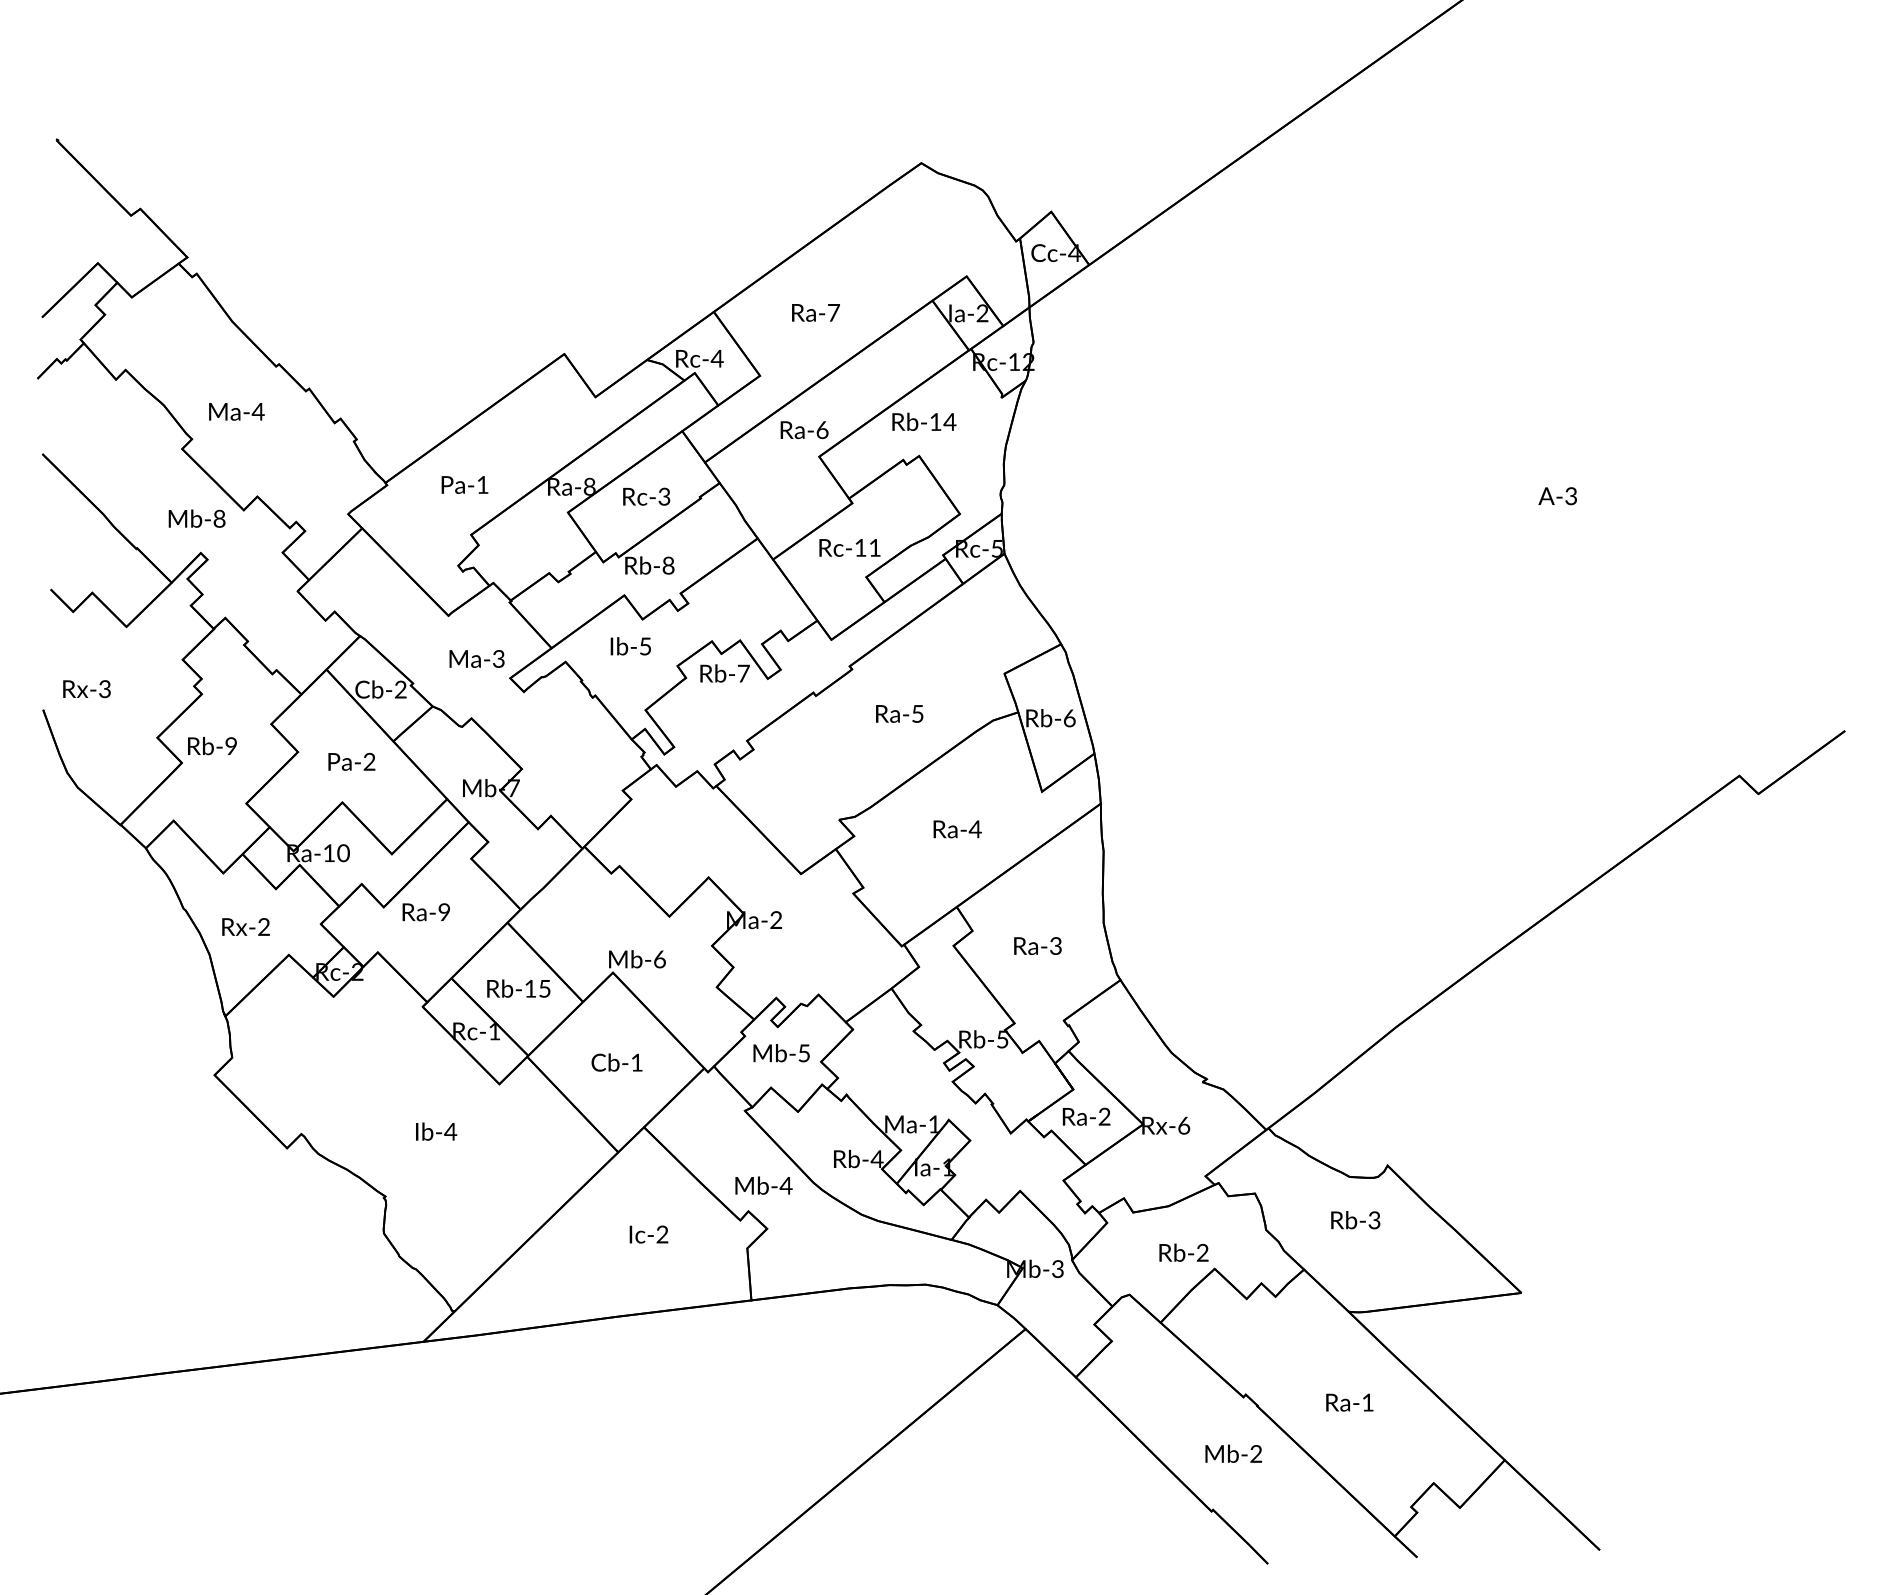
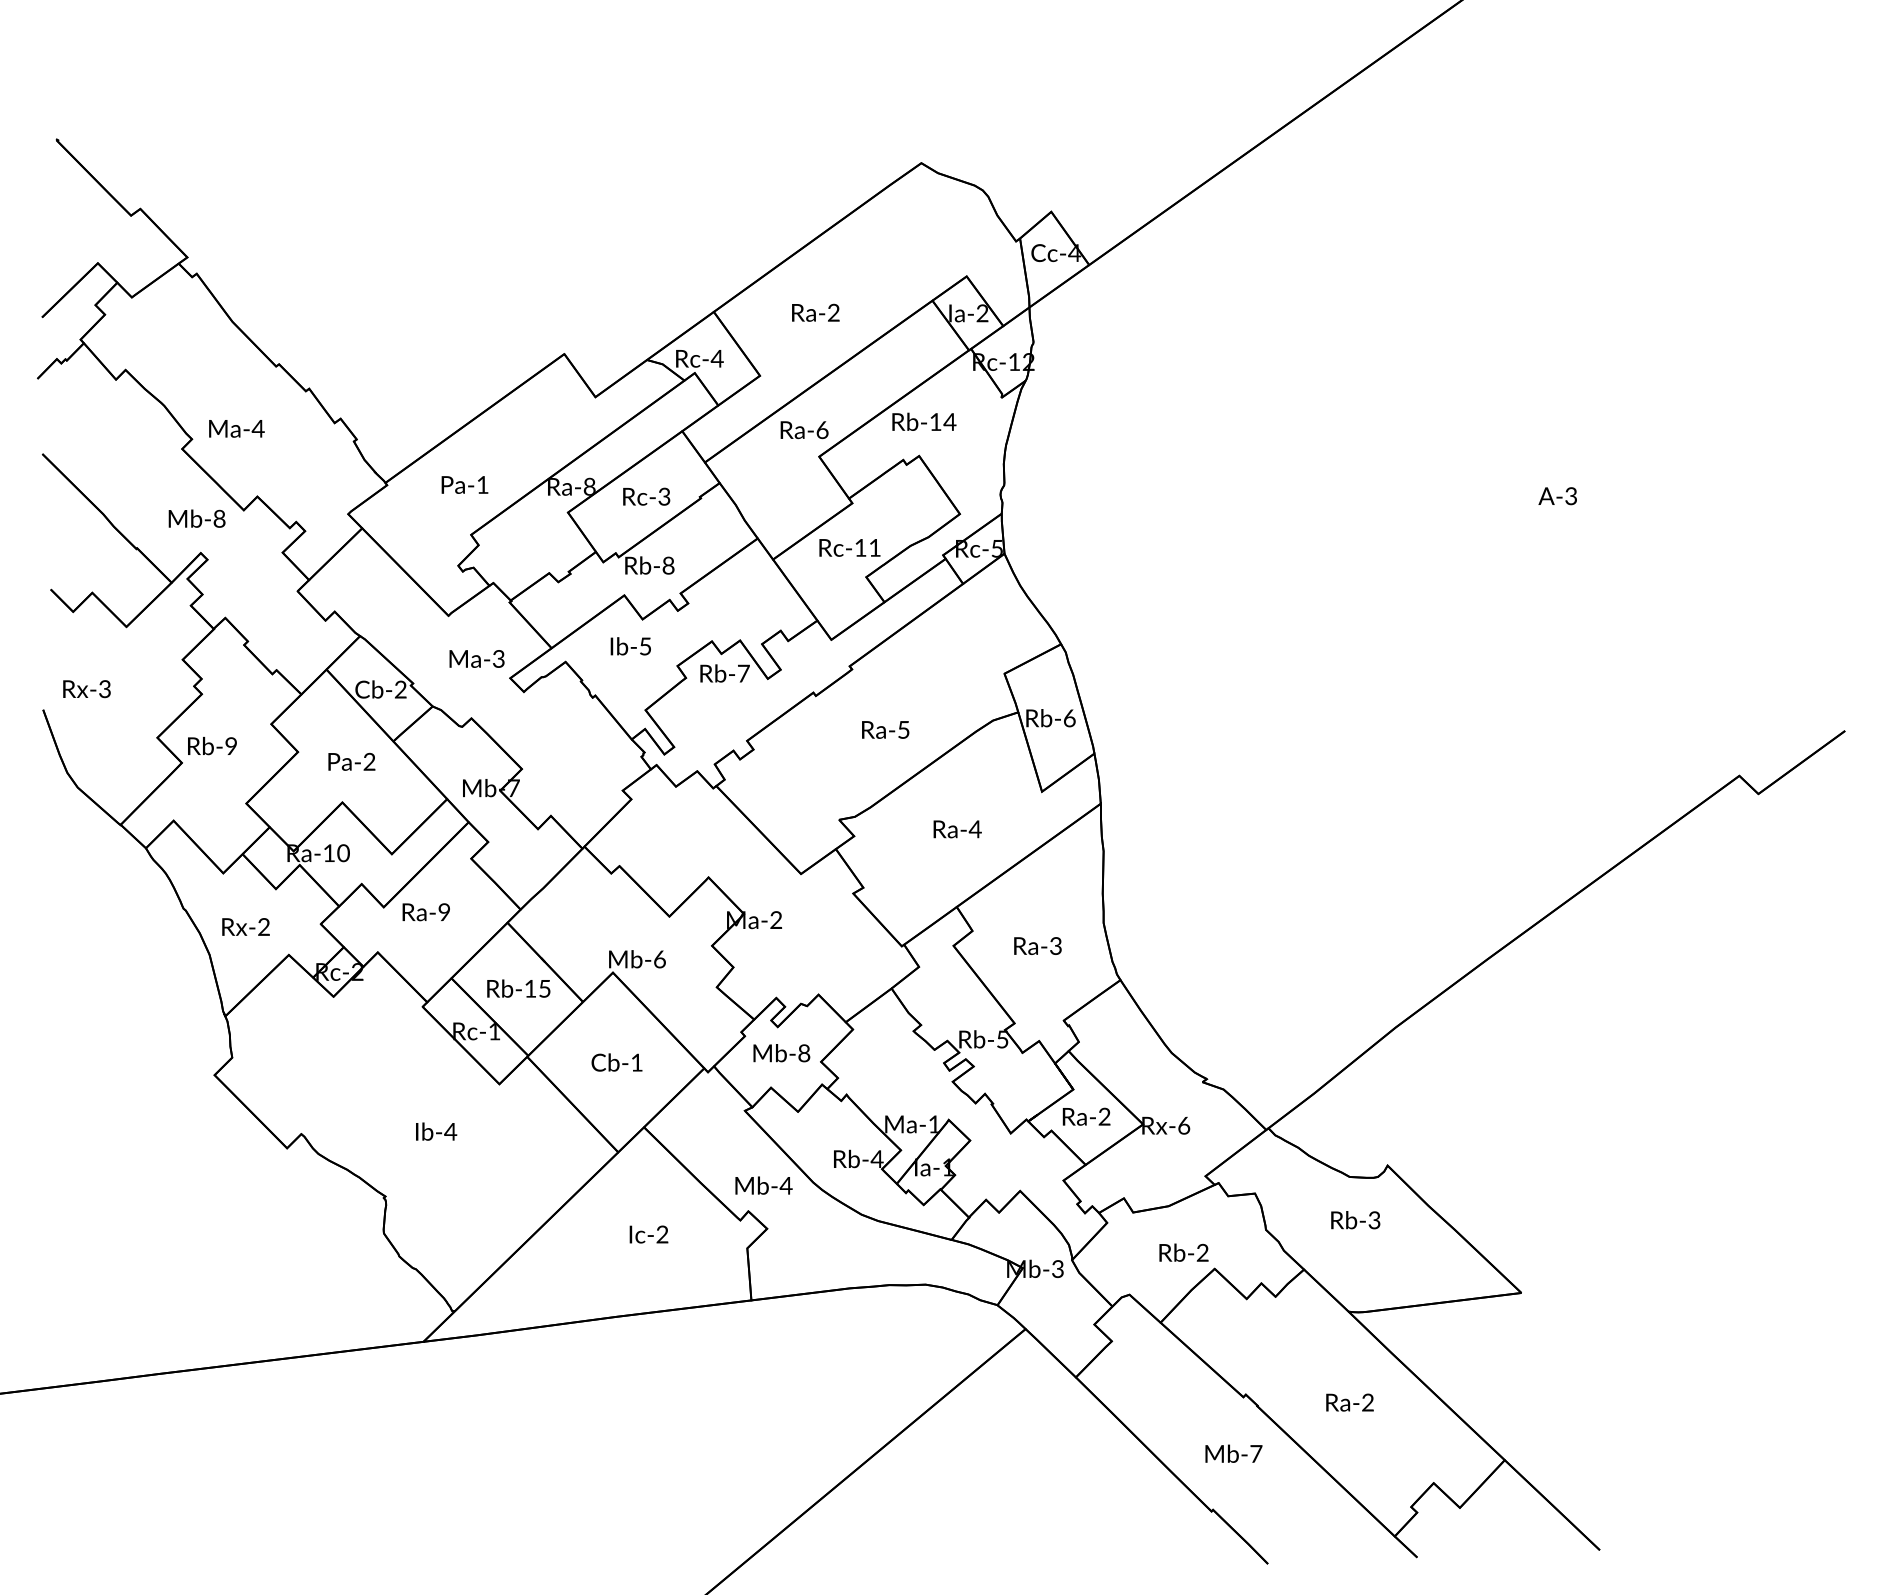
text at (833, 312): Ra-7 -> Ra-2
text at (236, 411) position: (236, 411) -> (236, 428)
text at (899, 713) position: (899, 713) -> (885, 729)
text at (804, 1053): Mb-5 -> Mb-8
text at (1367, 1402): Ra-1 -> Ra-2
text at (1256, 1453): Mb-2 -> Mb-7
